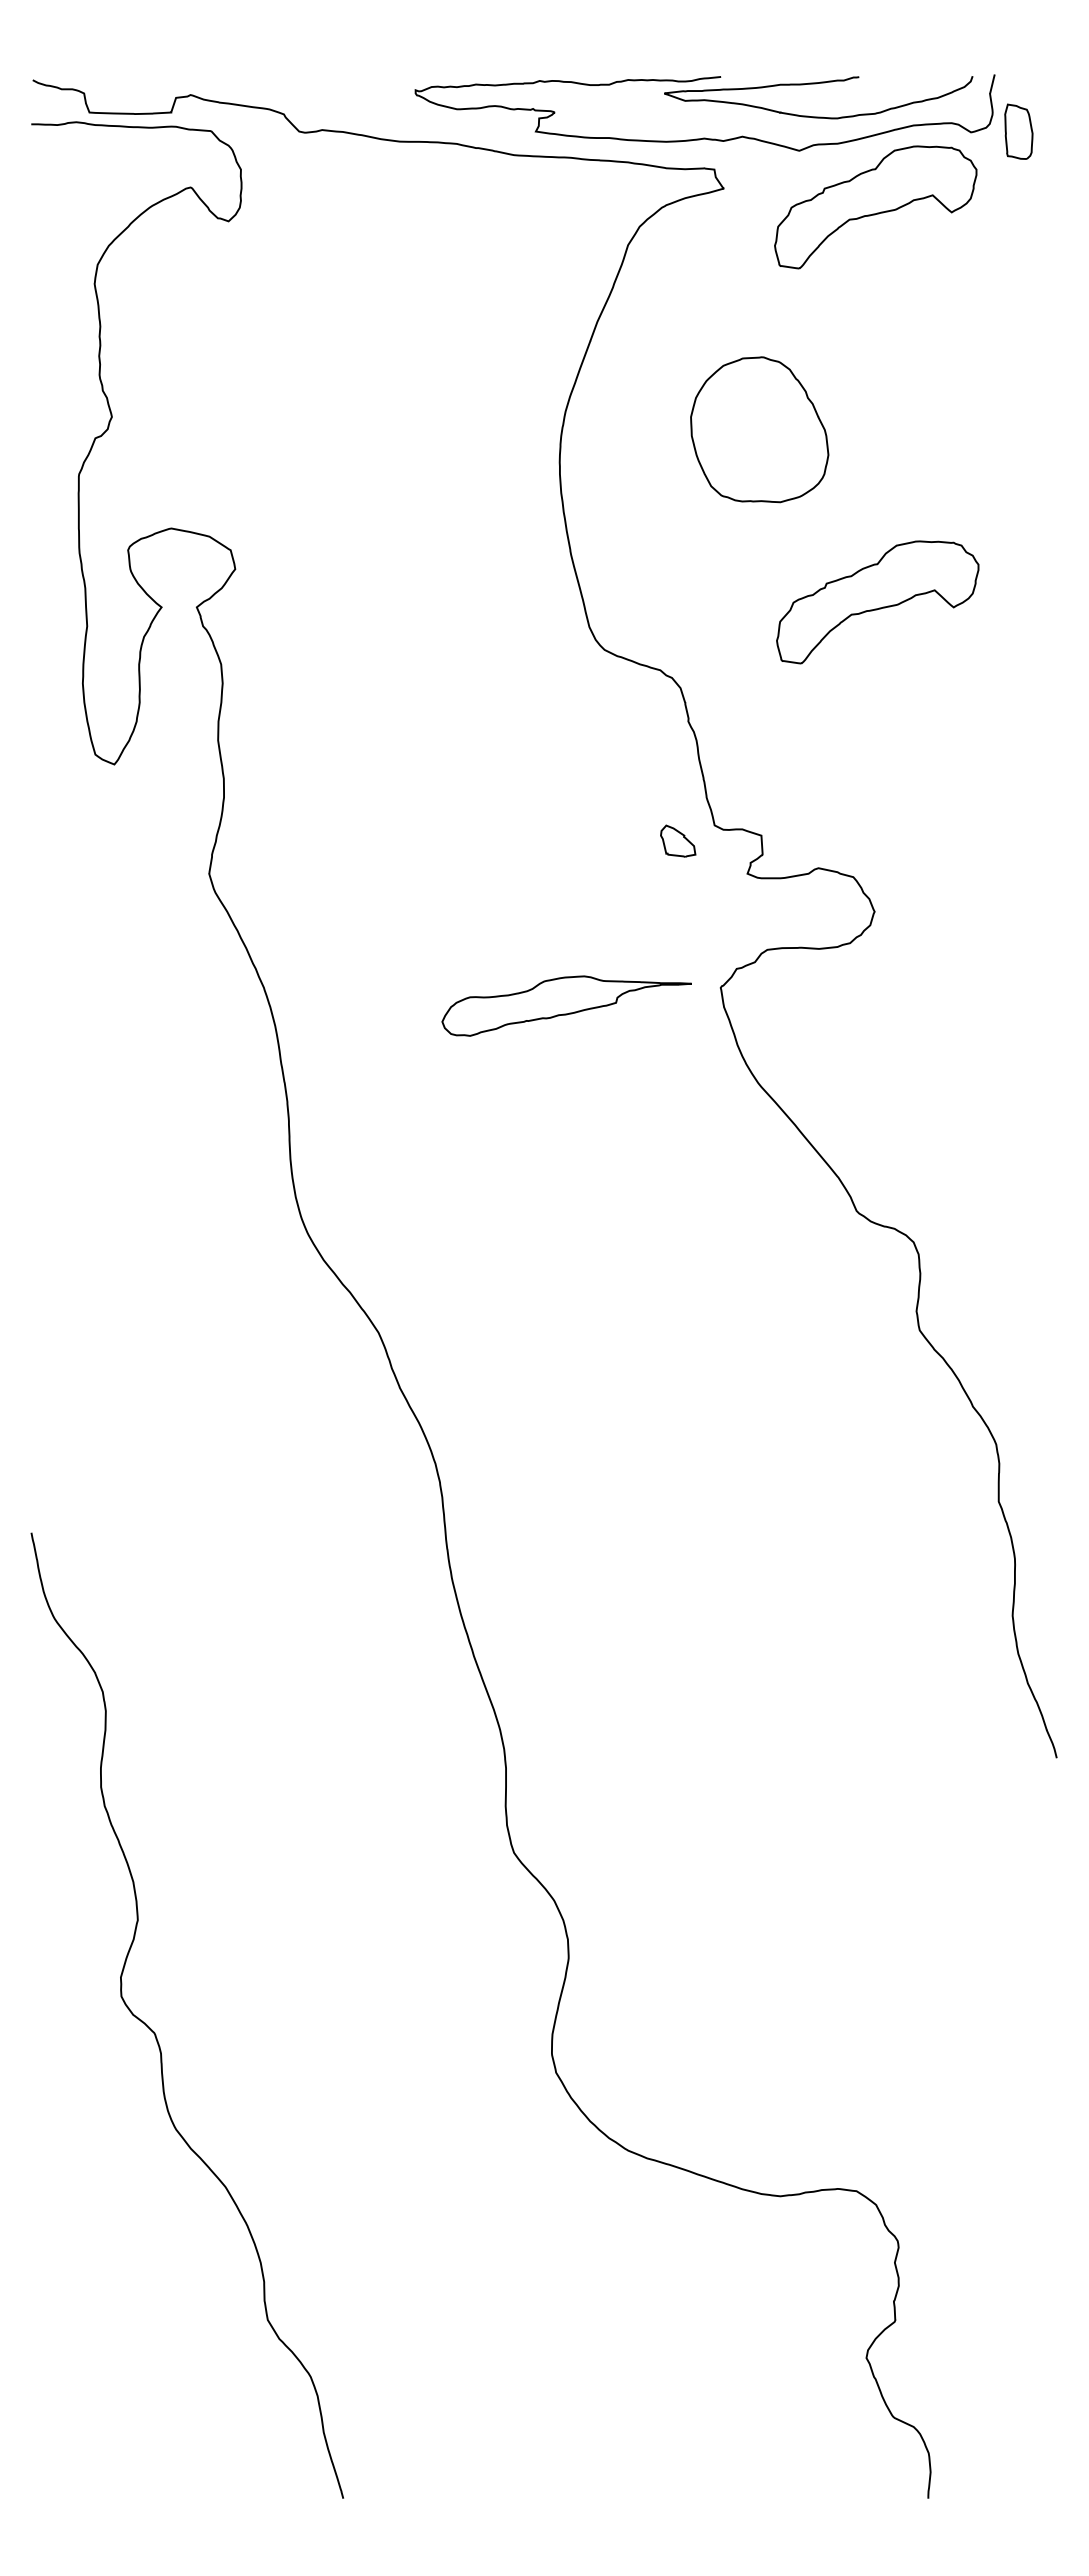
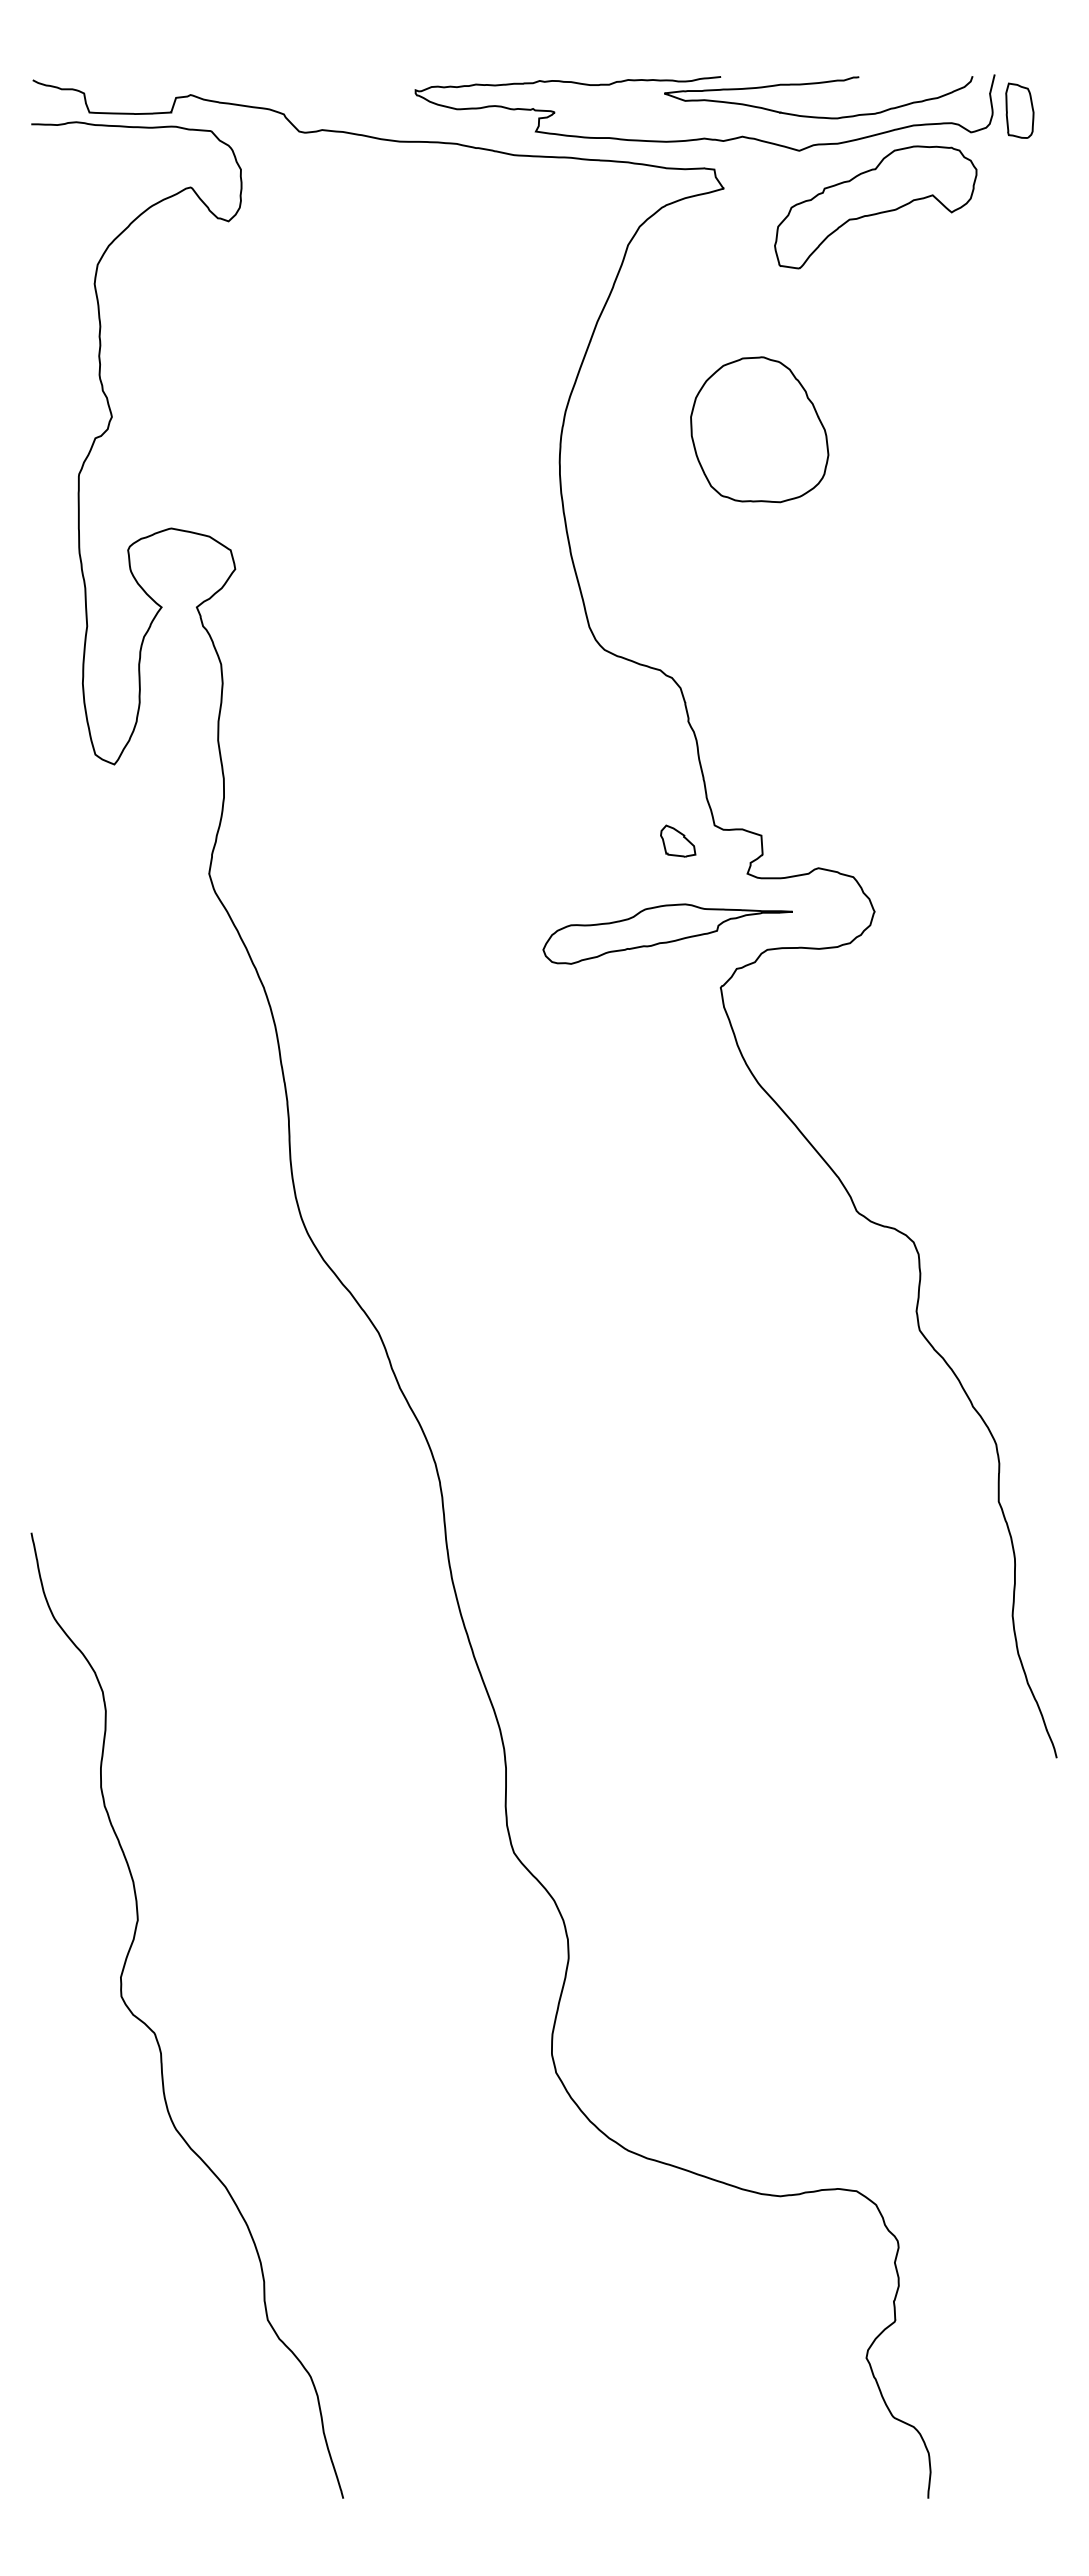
part at (1018, 131) position: (1018, 131) -> (1019, 110)
part at (877, 602): present -> none
part at (566, 1005) position: (566, 1005) -> (667, 933)
